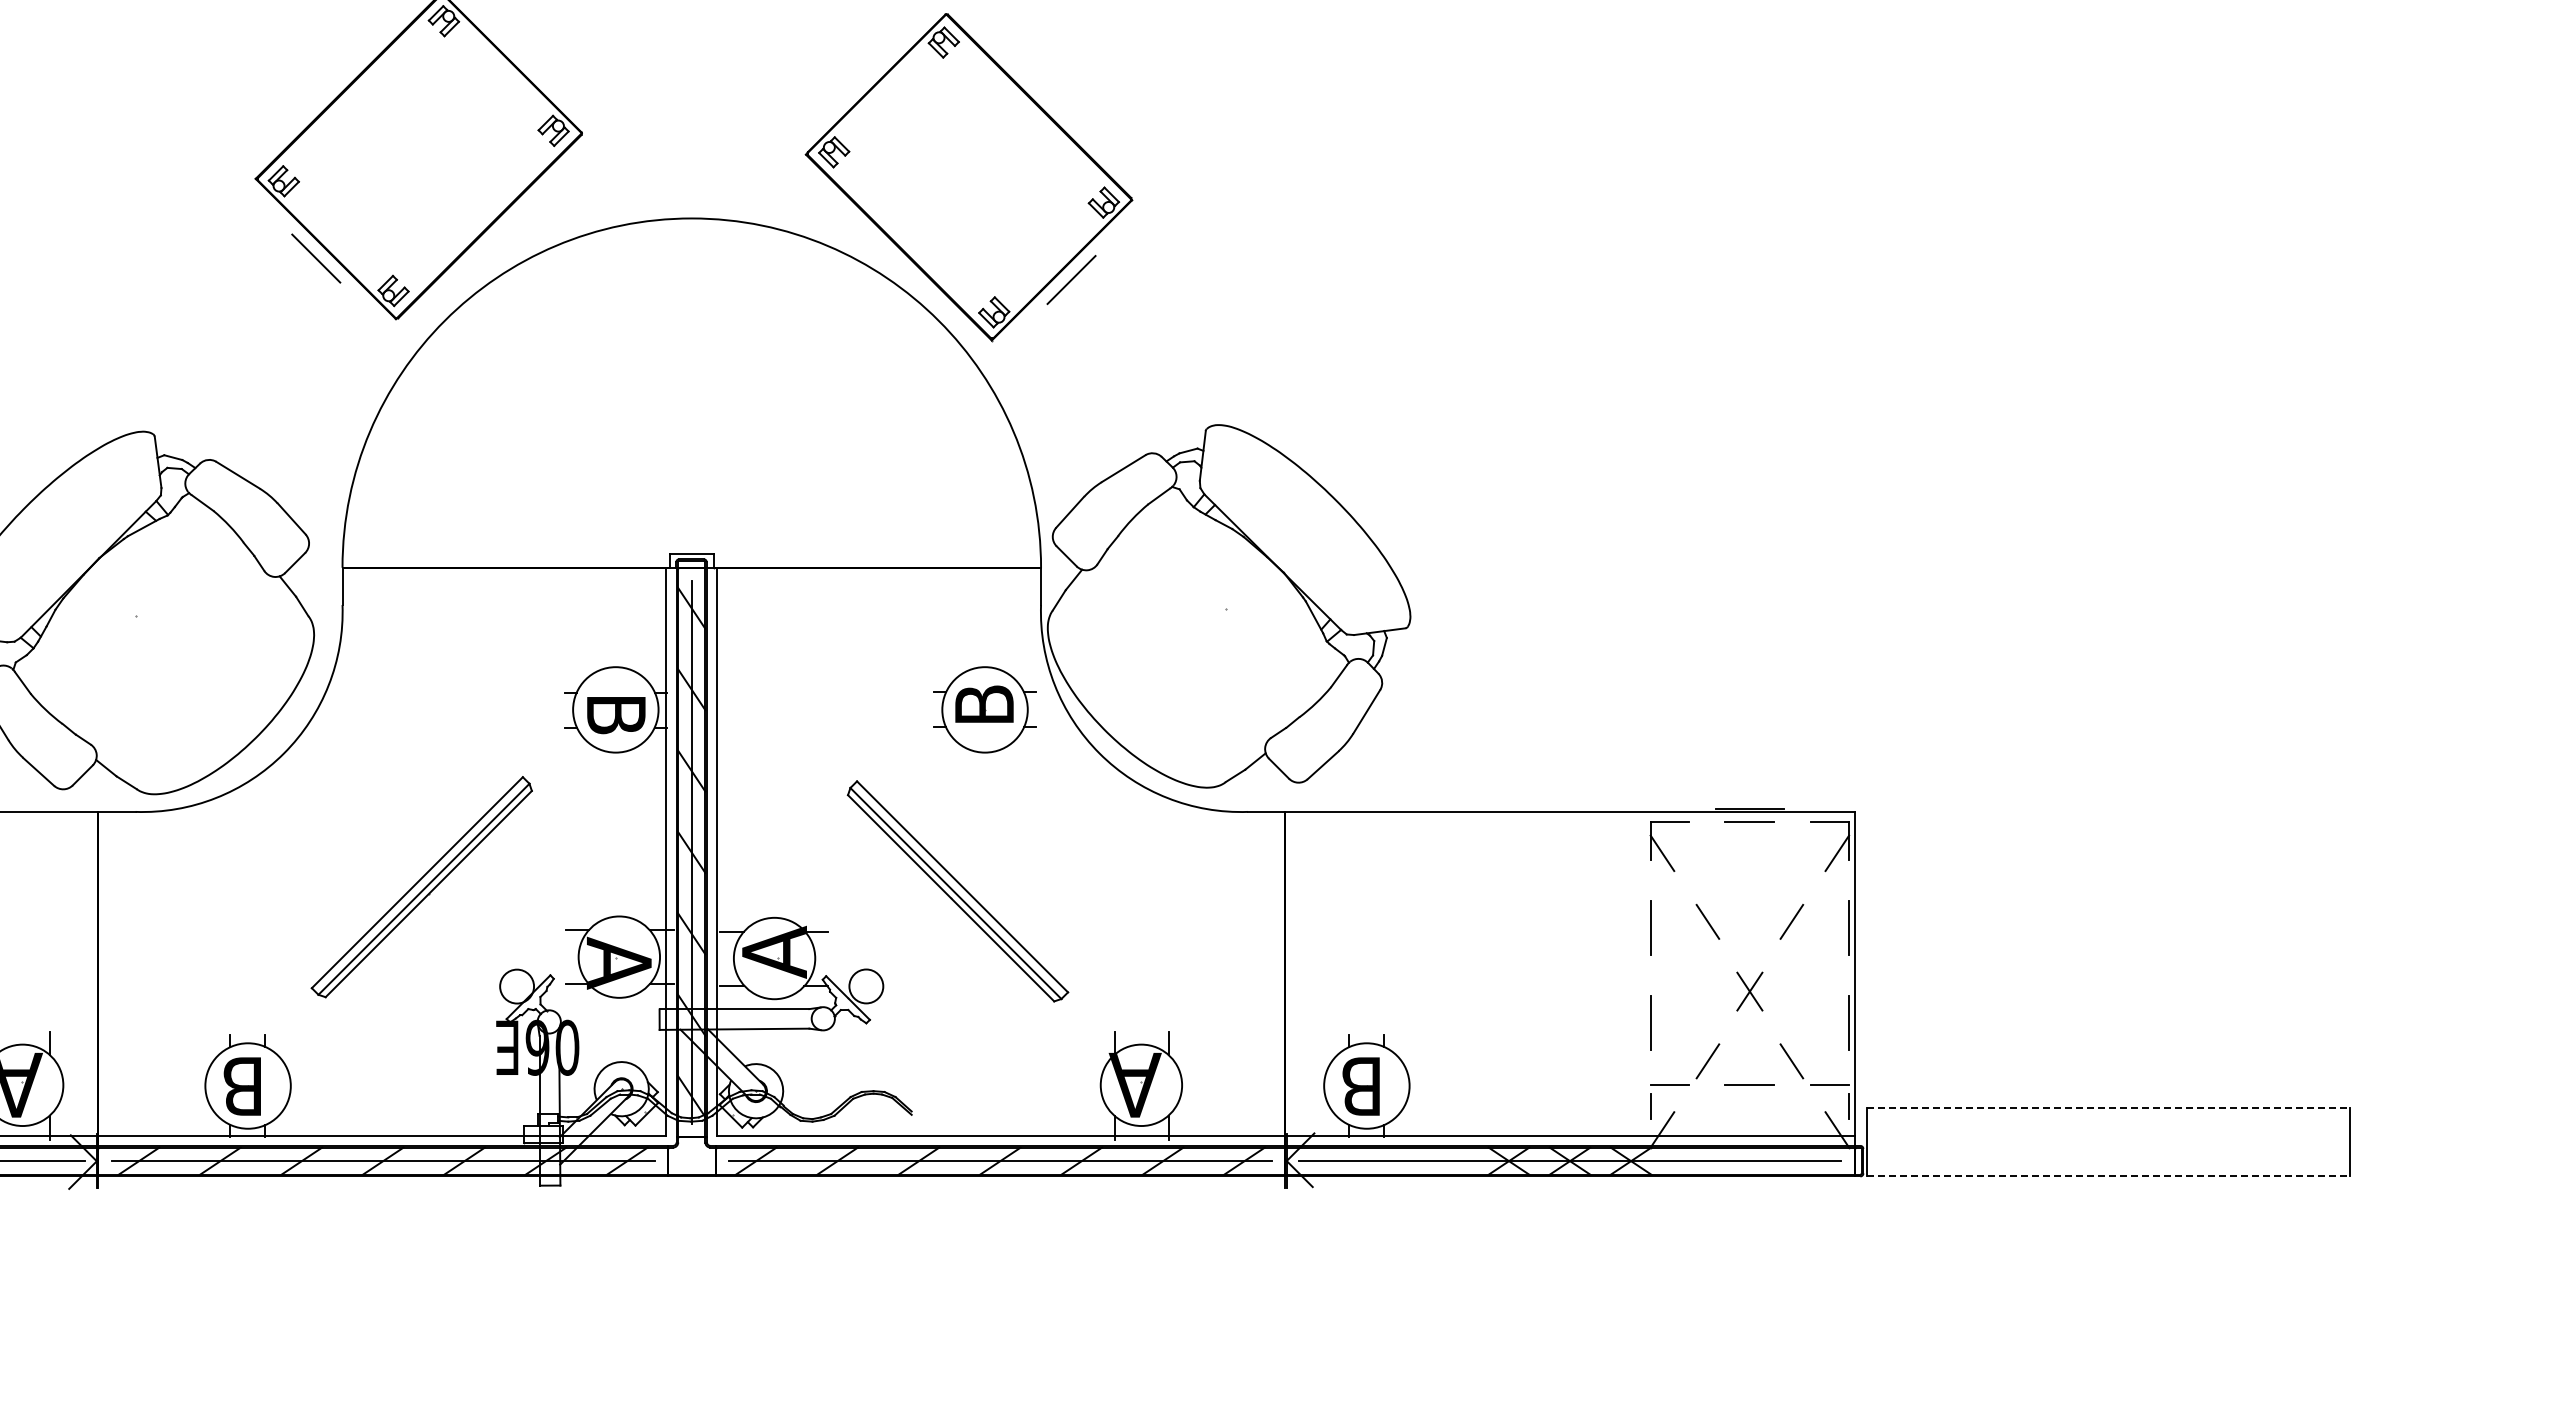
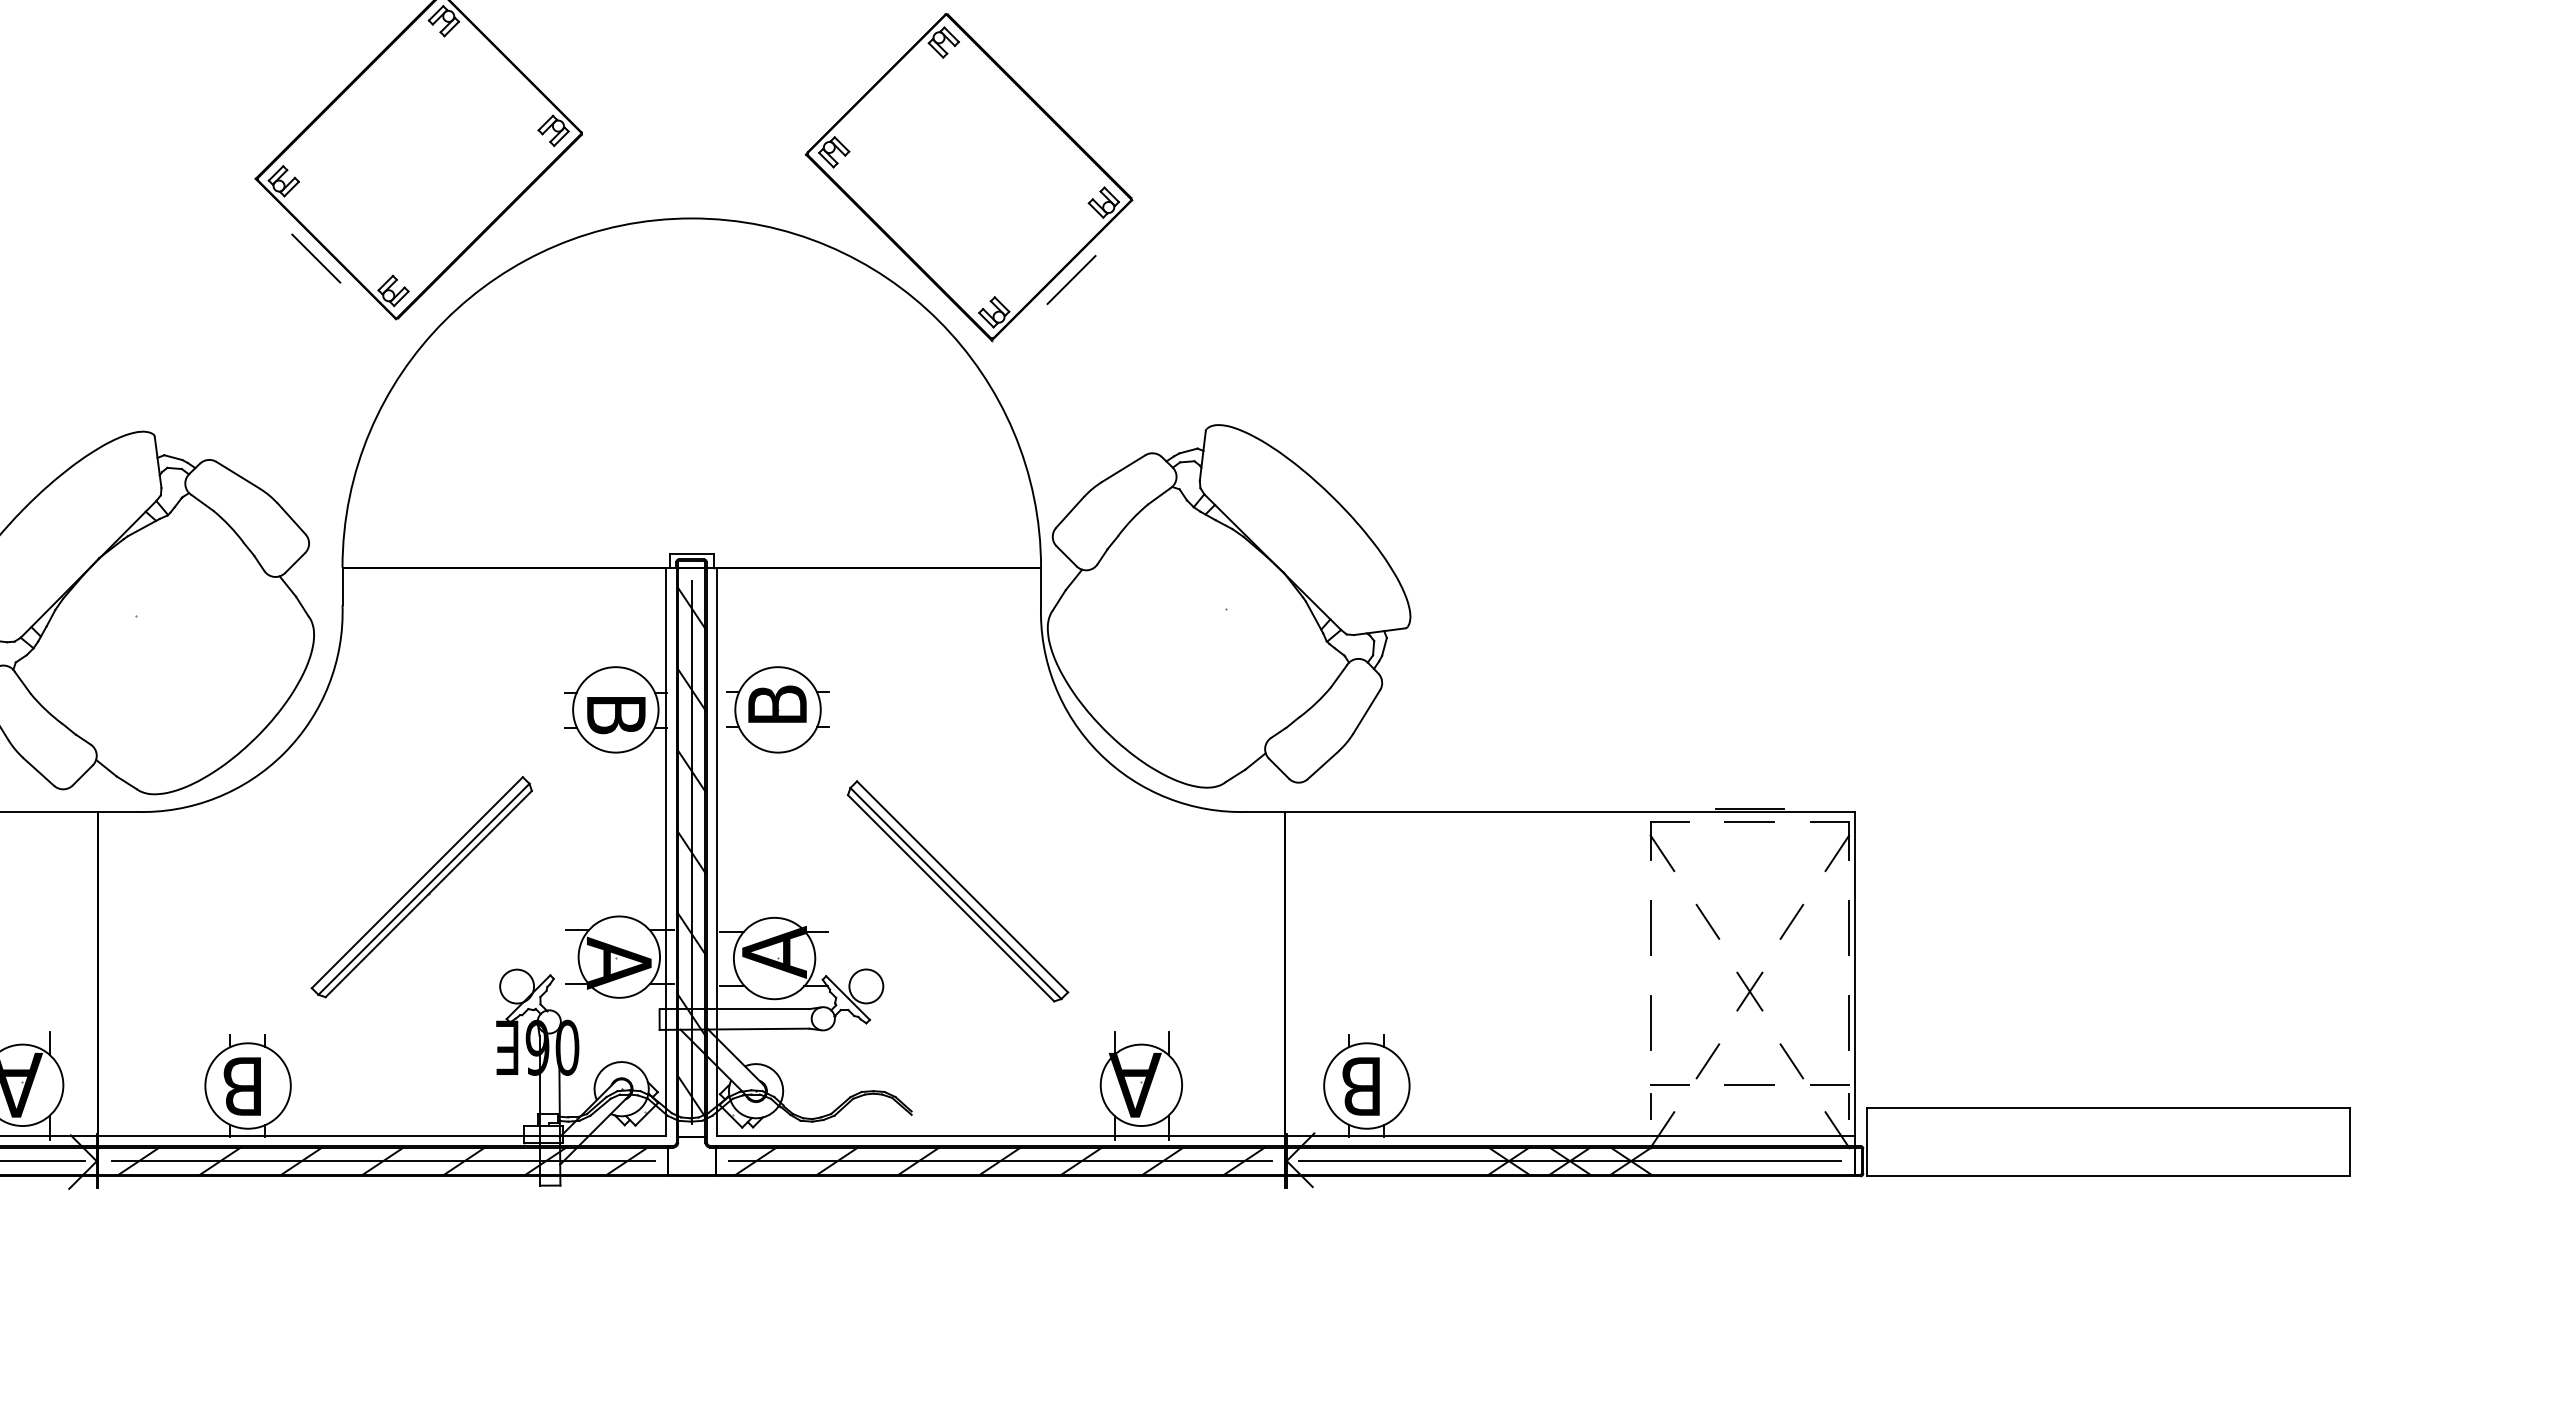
part at (984, 709) position: (984, 709) -> (777, 709)
line at (2108, 1108): dashed -> solid
line at (2108, 1176): dashed -> solid
